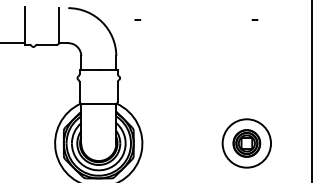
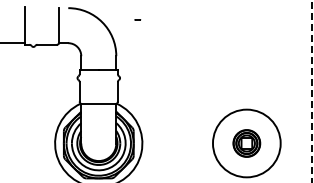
part at (254, 19): present -> none
line at (311, 91): solid -> dashed
circle at (246, 143) diameter: 48 px -> 68 px
